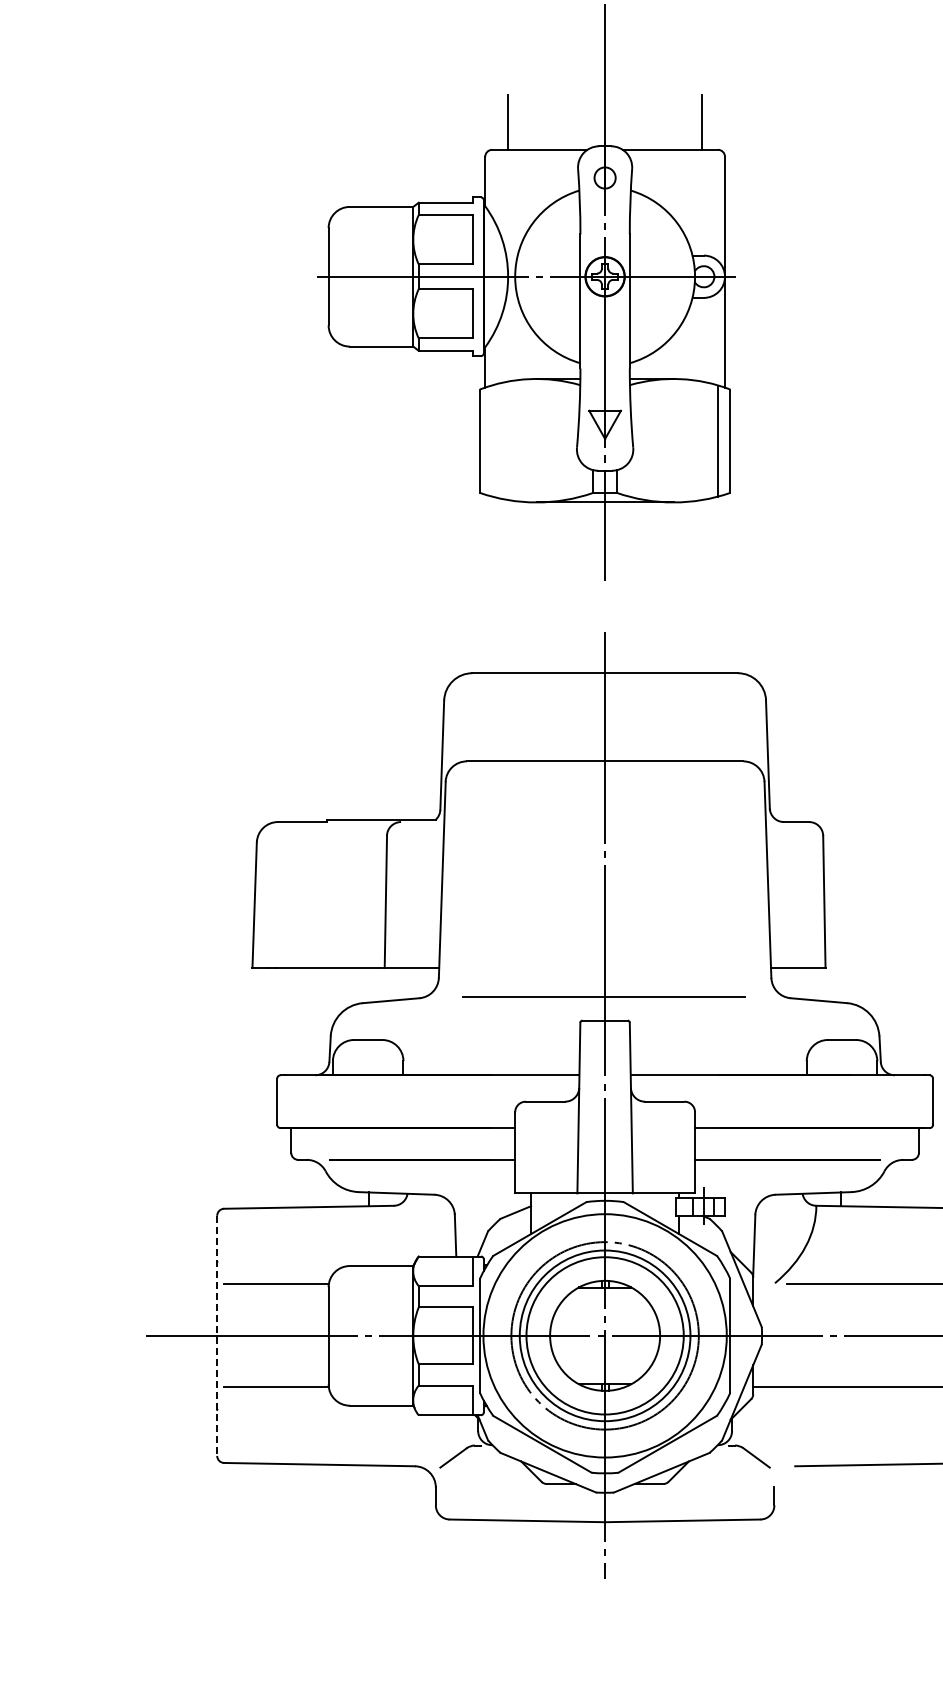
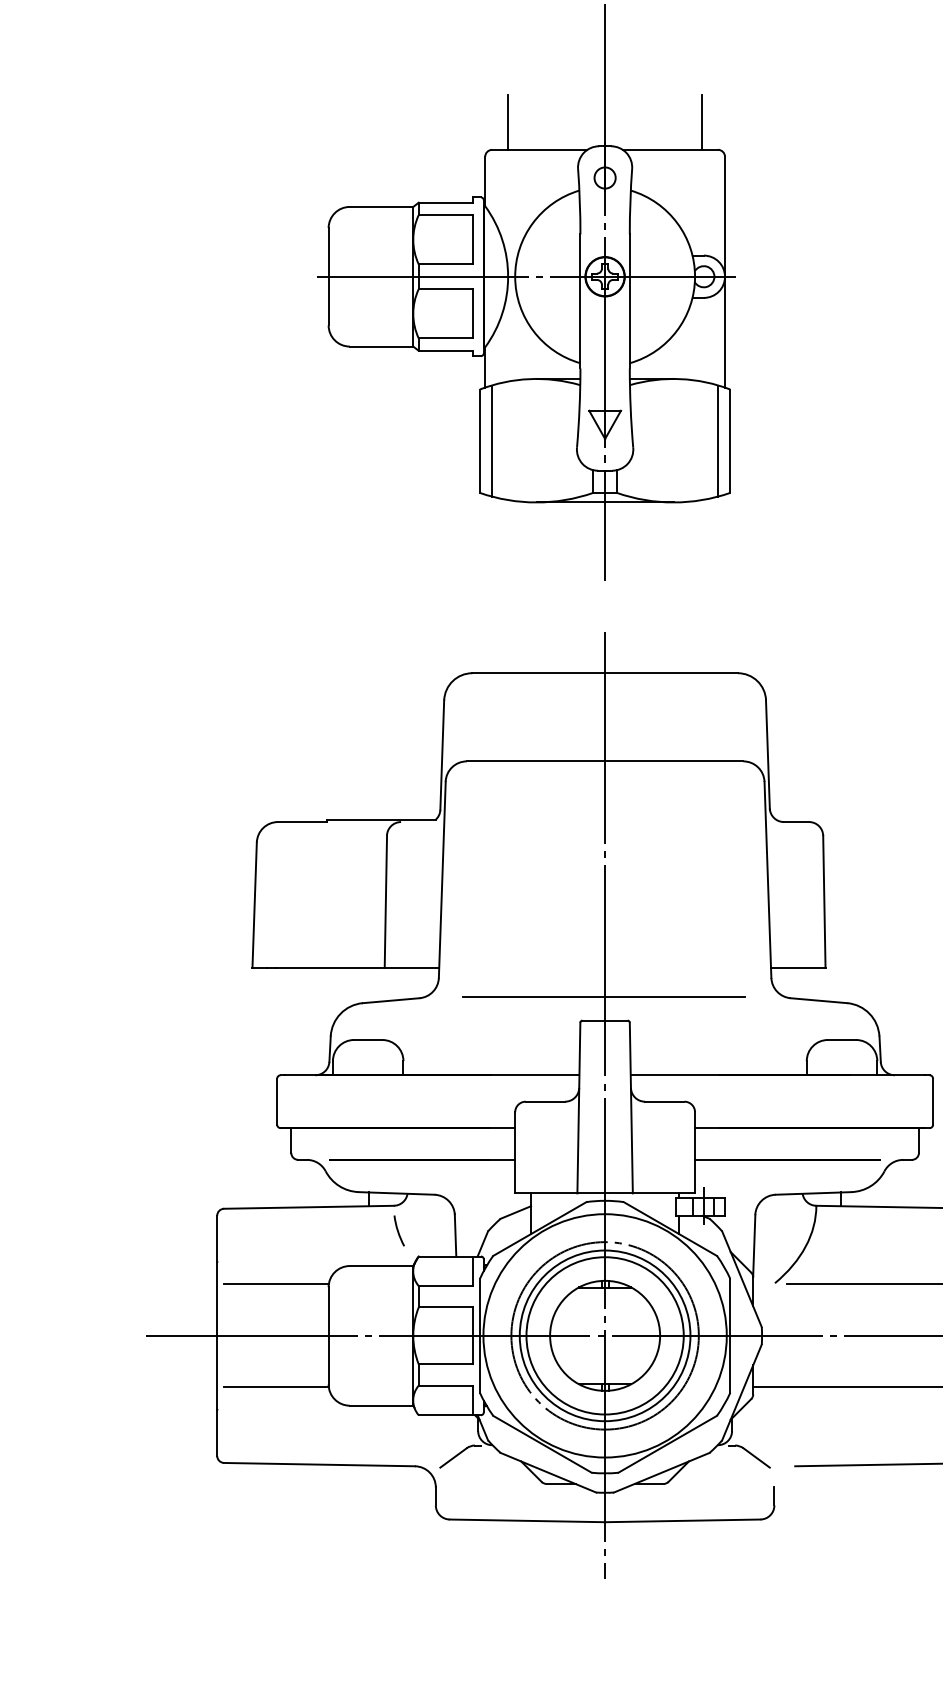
line at (491, 440): none -> present
curve at (398, 1230): none -> present
line at (217, 1336): dashed -> solid
